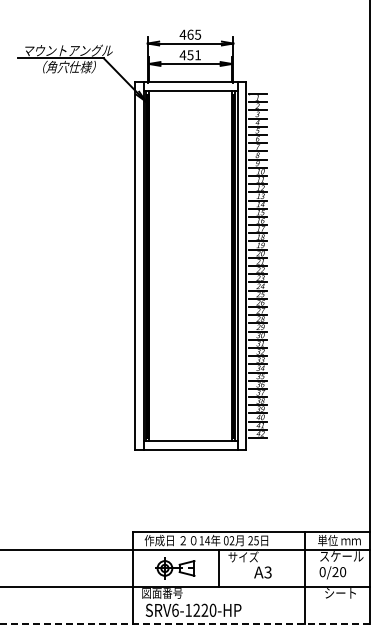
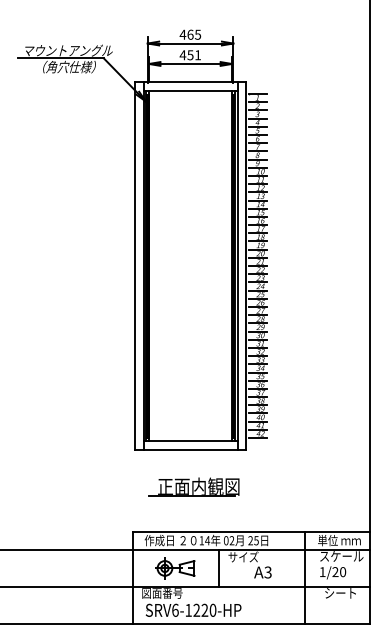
part at (193, 486): none -> present
text at (322, 572): 0/20 -> 1/20
line at (185, 623): dashed -> solid
